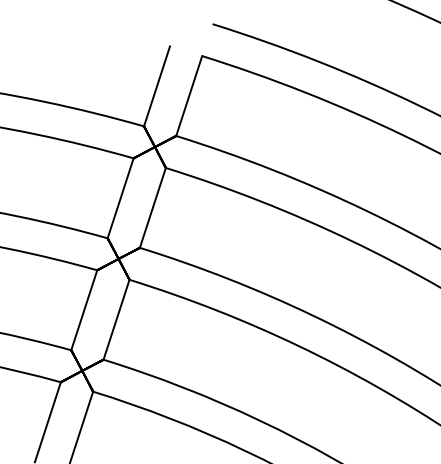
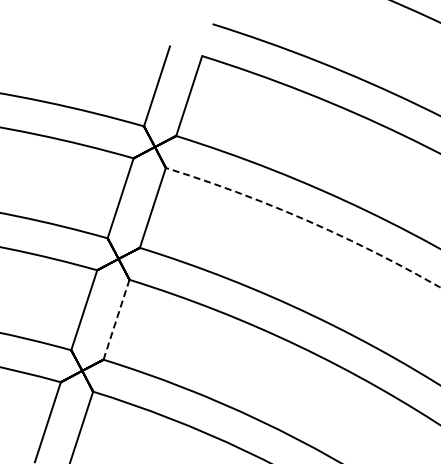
arc at (306, 220): solid -> dashed
line at (116, 320): solid -> dashed
